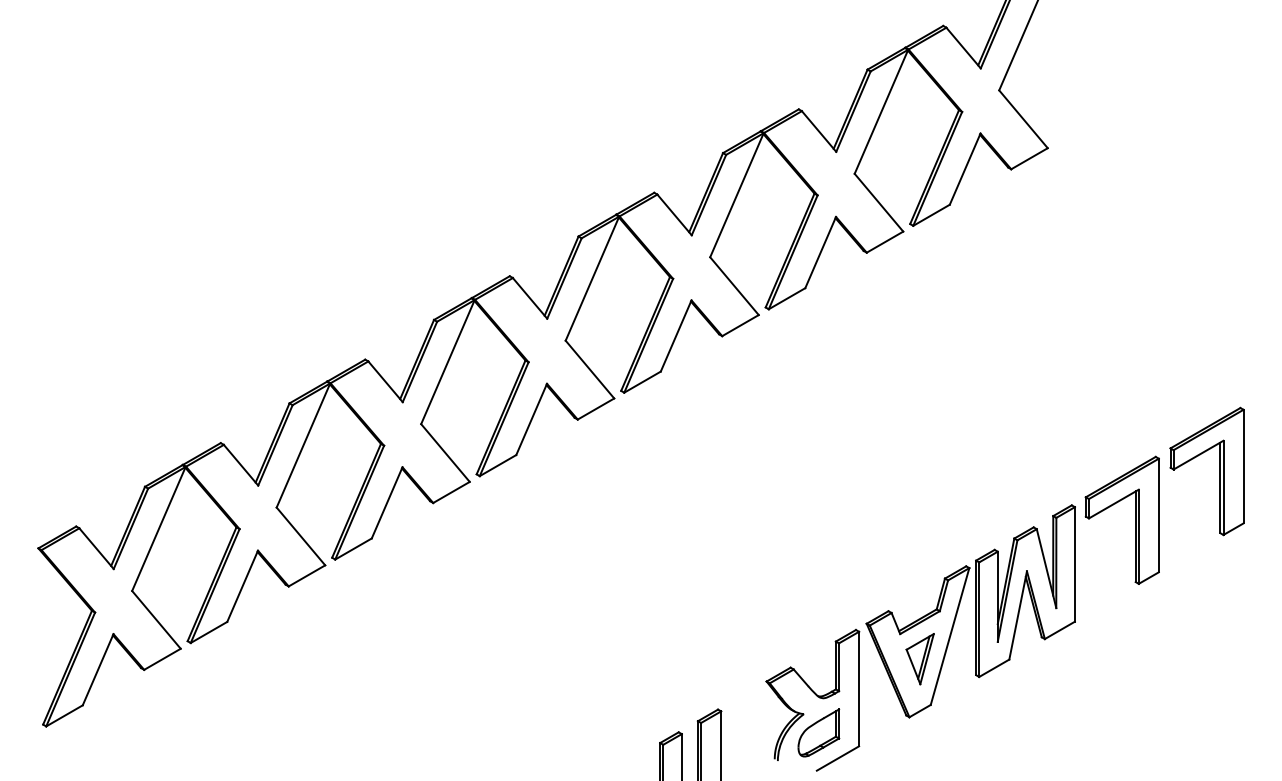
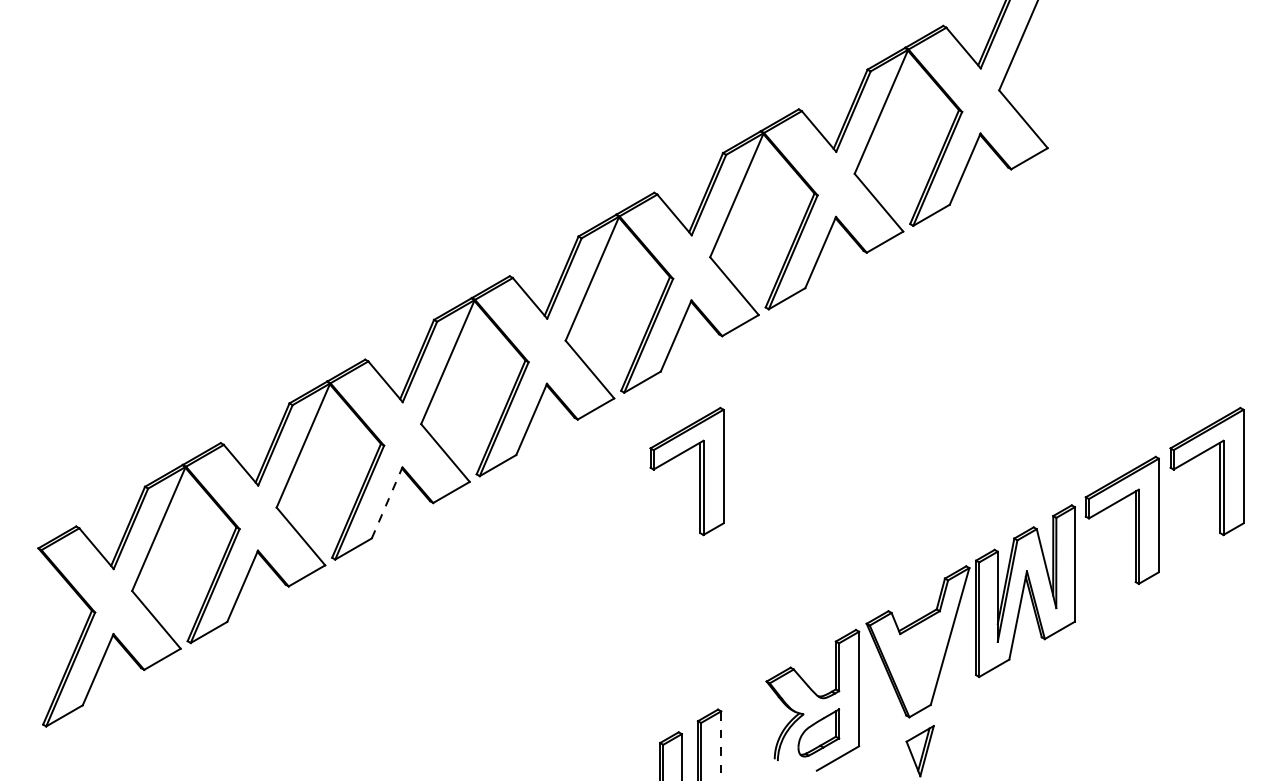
part at (699, 471): none -> present
line at (387, 502): solid -> dashed
part at (919, 659) position: (919, 659) -> (919, 751)
line at (721, 745): solid -> dashed
